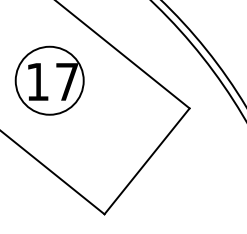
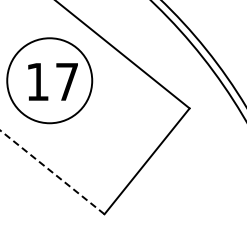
circle at (49, 80) diameter: 68 px -> 85 px
line at (52, 172): solid -> dashed
